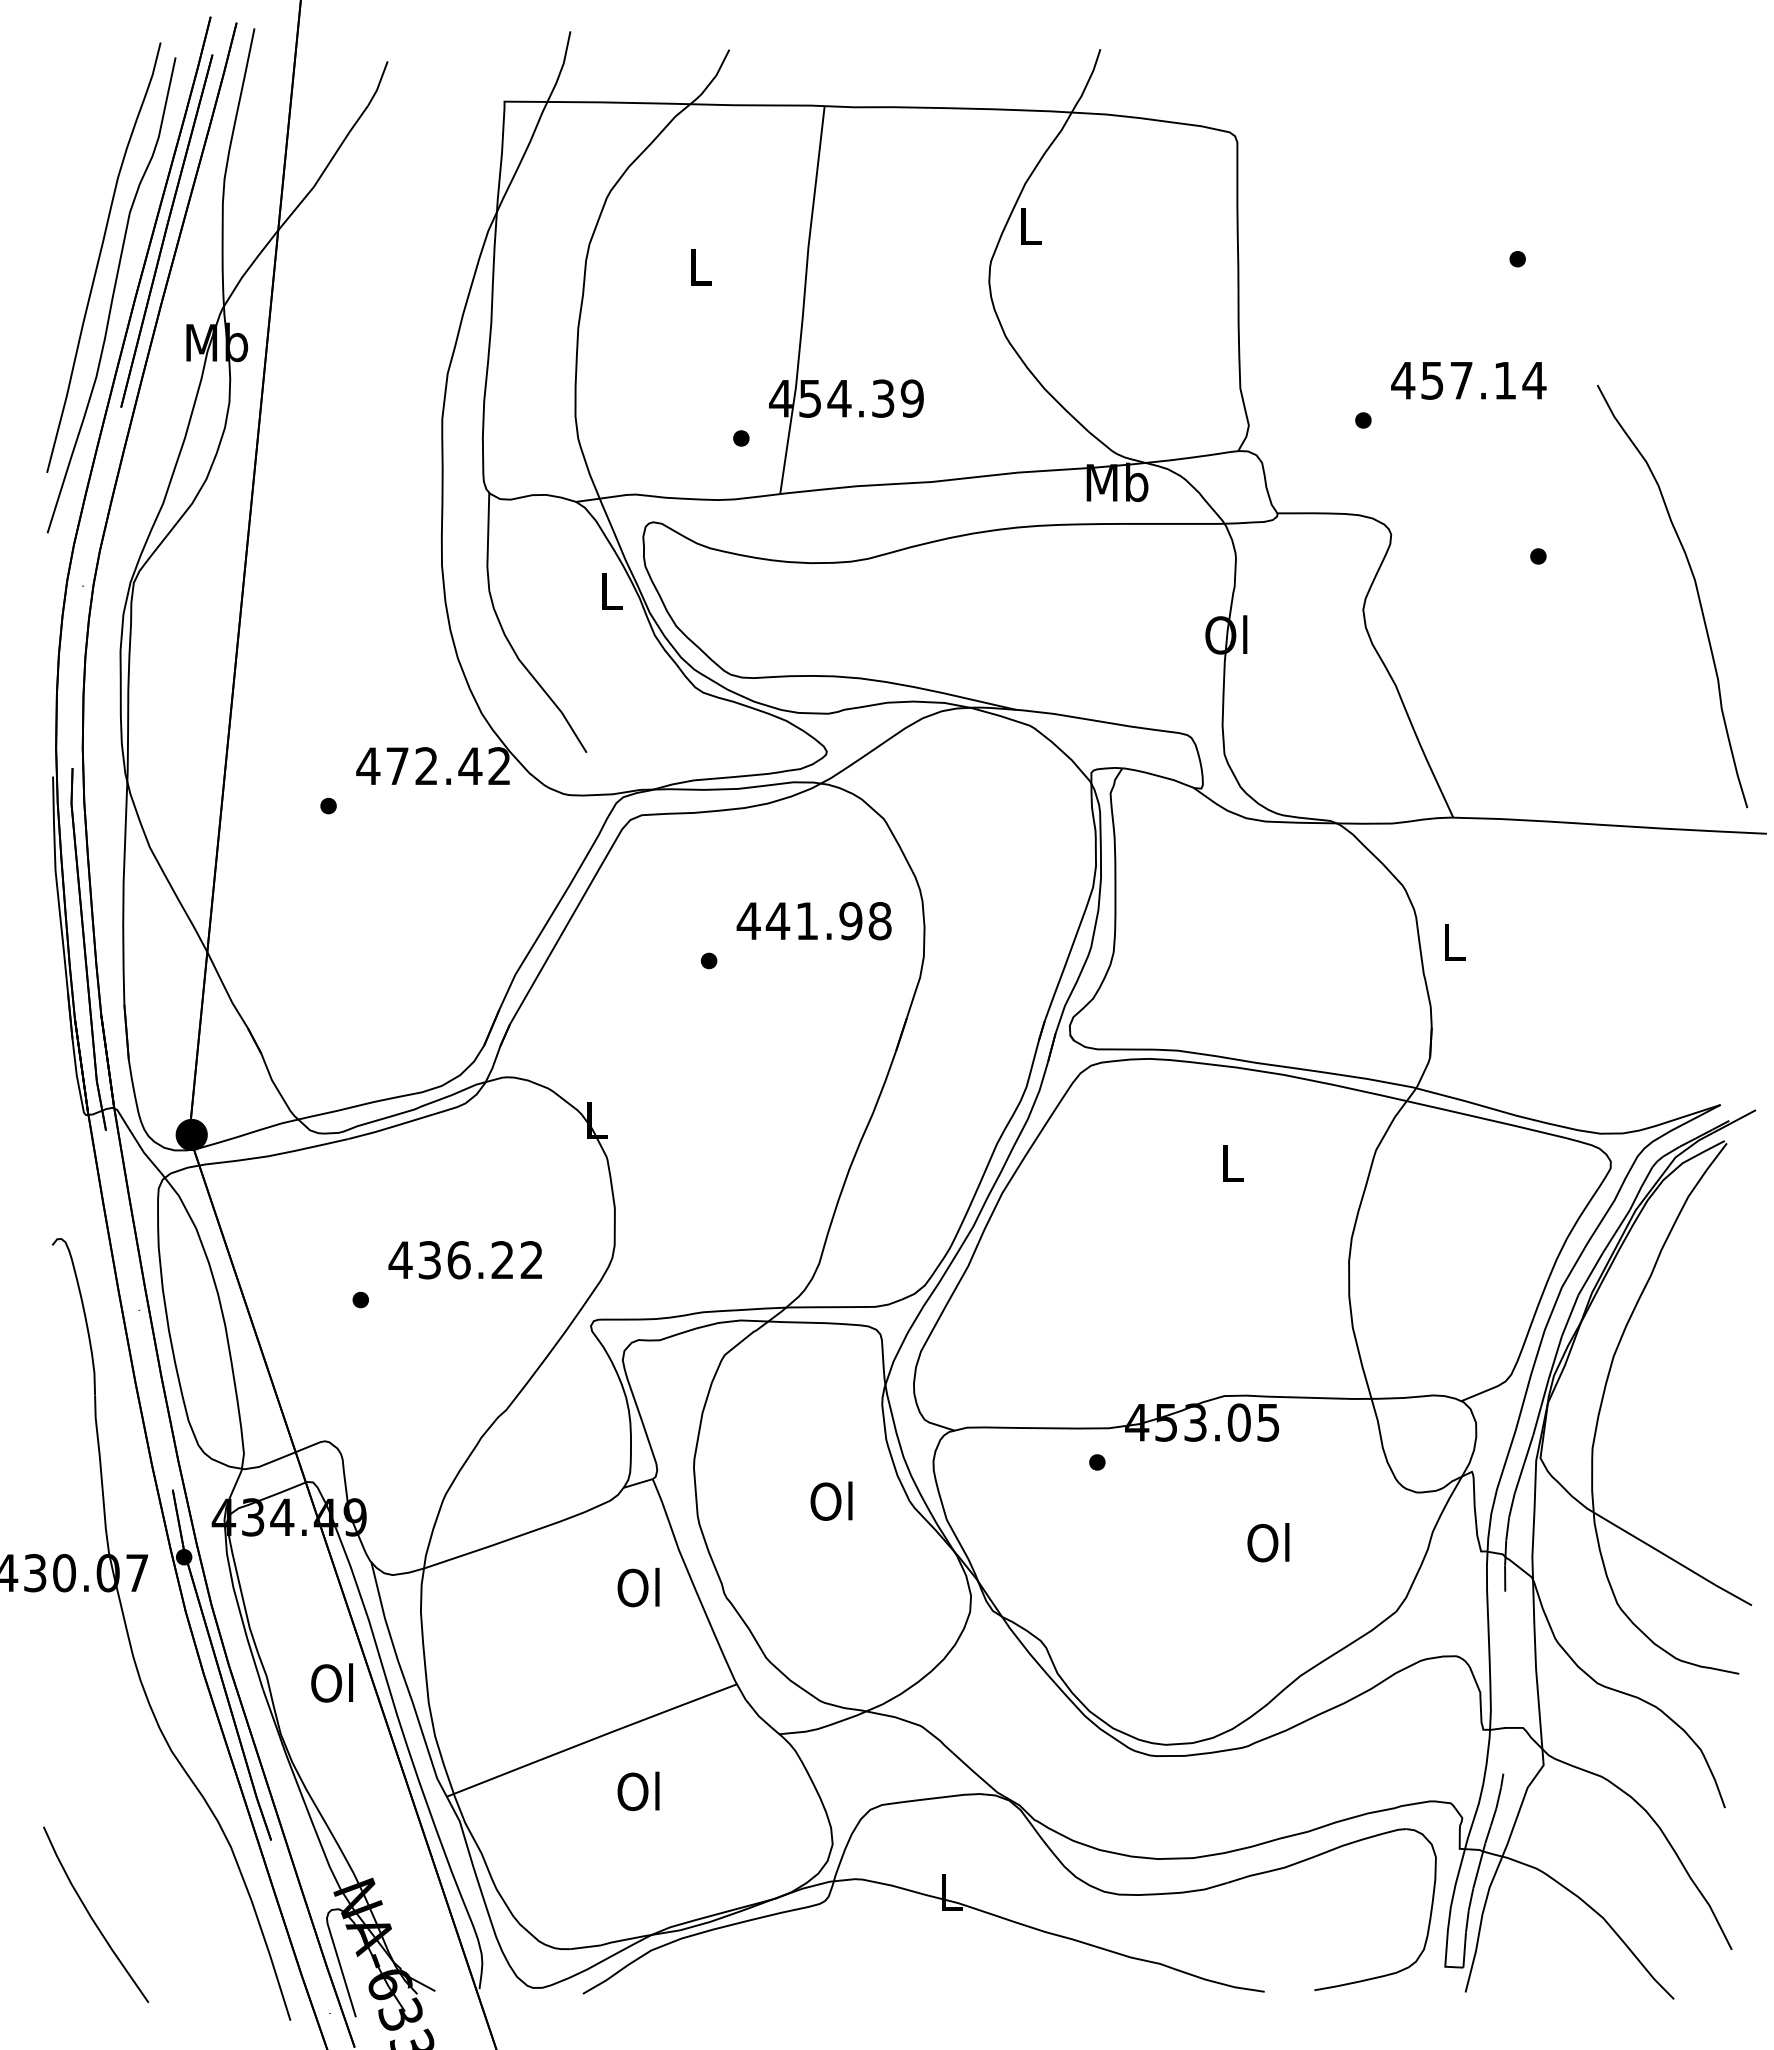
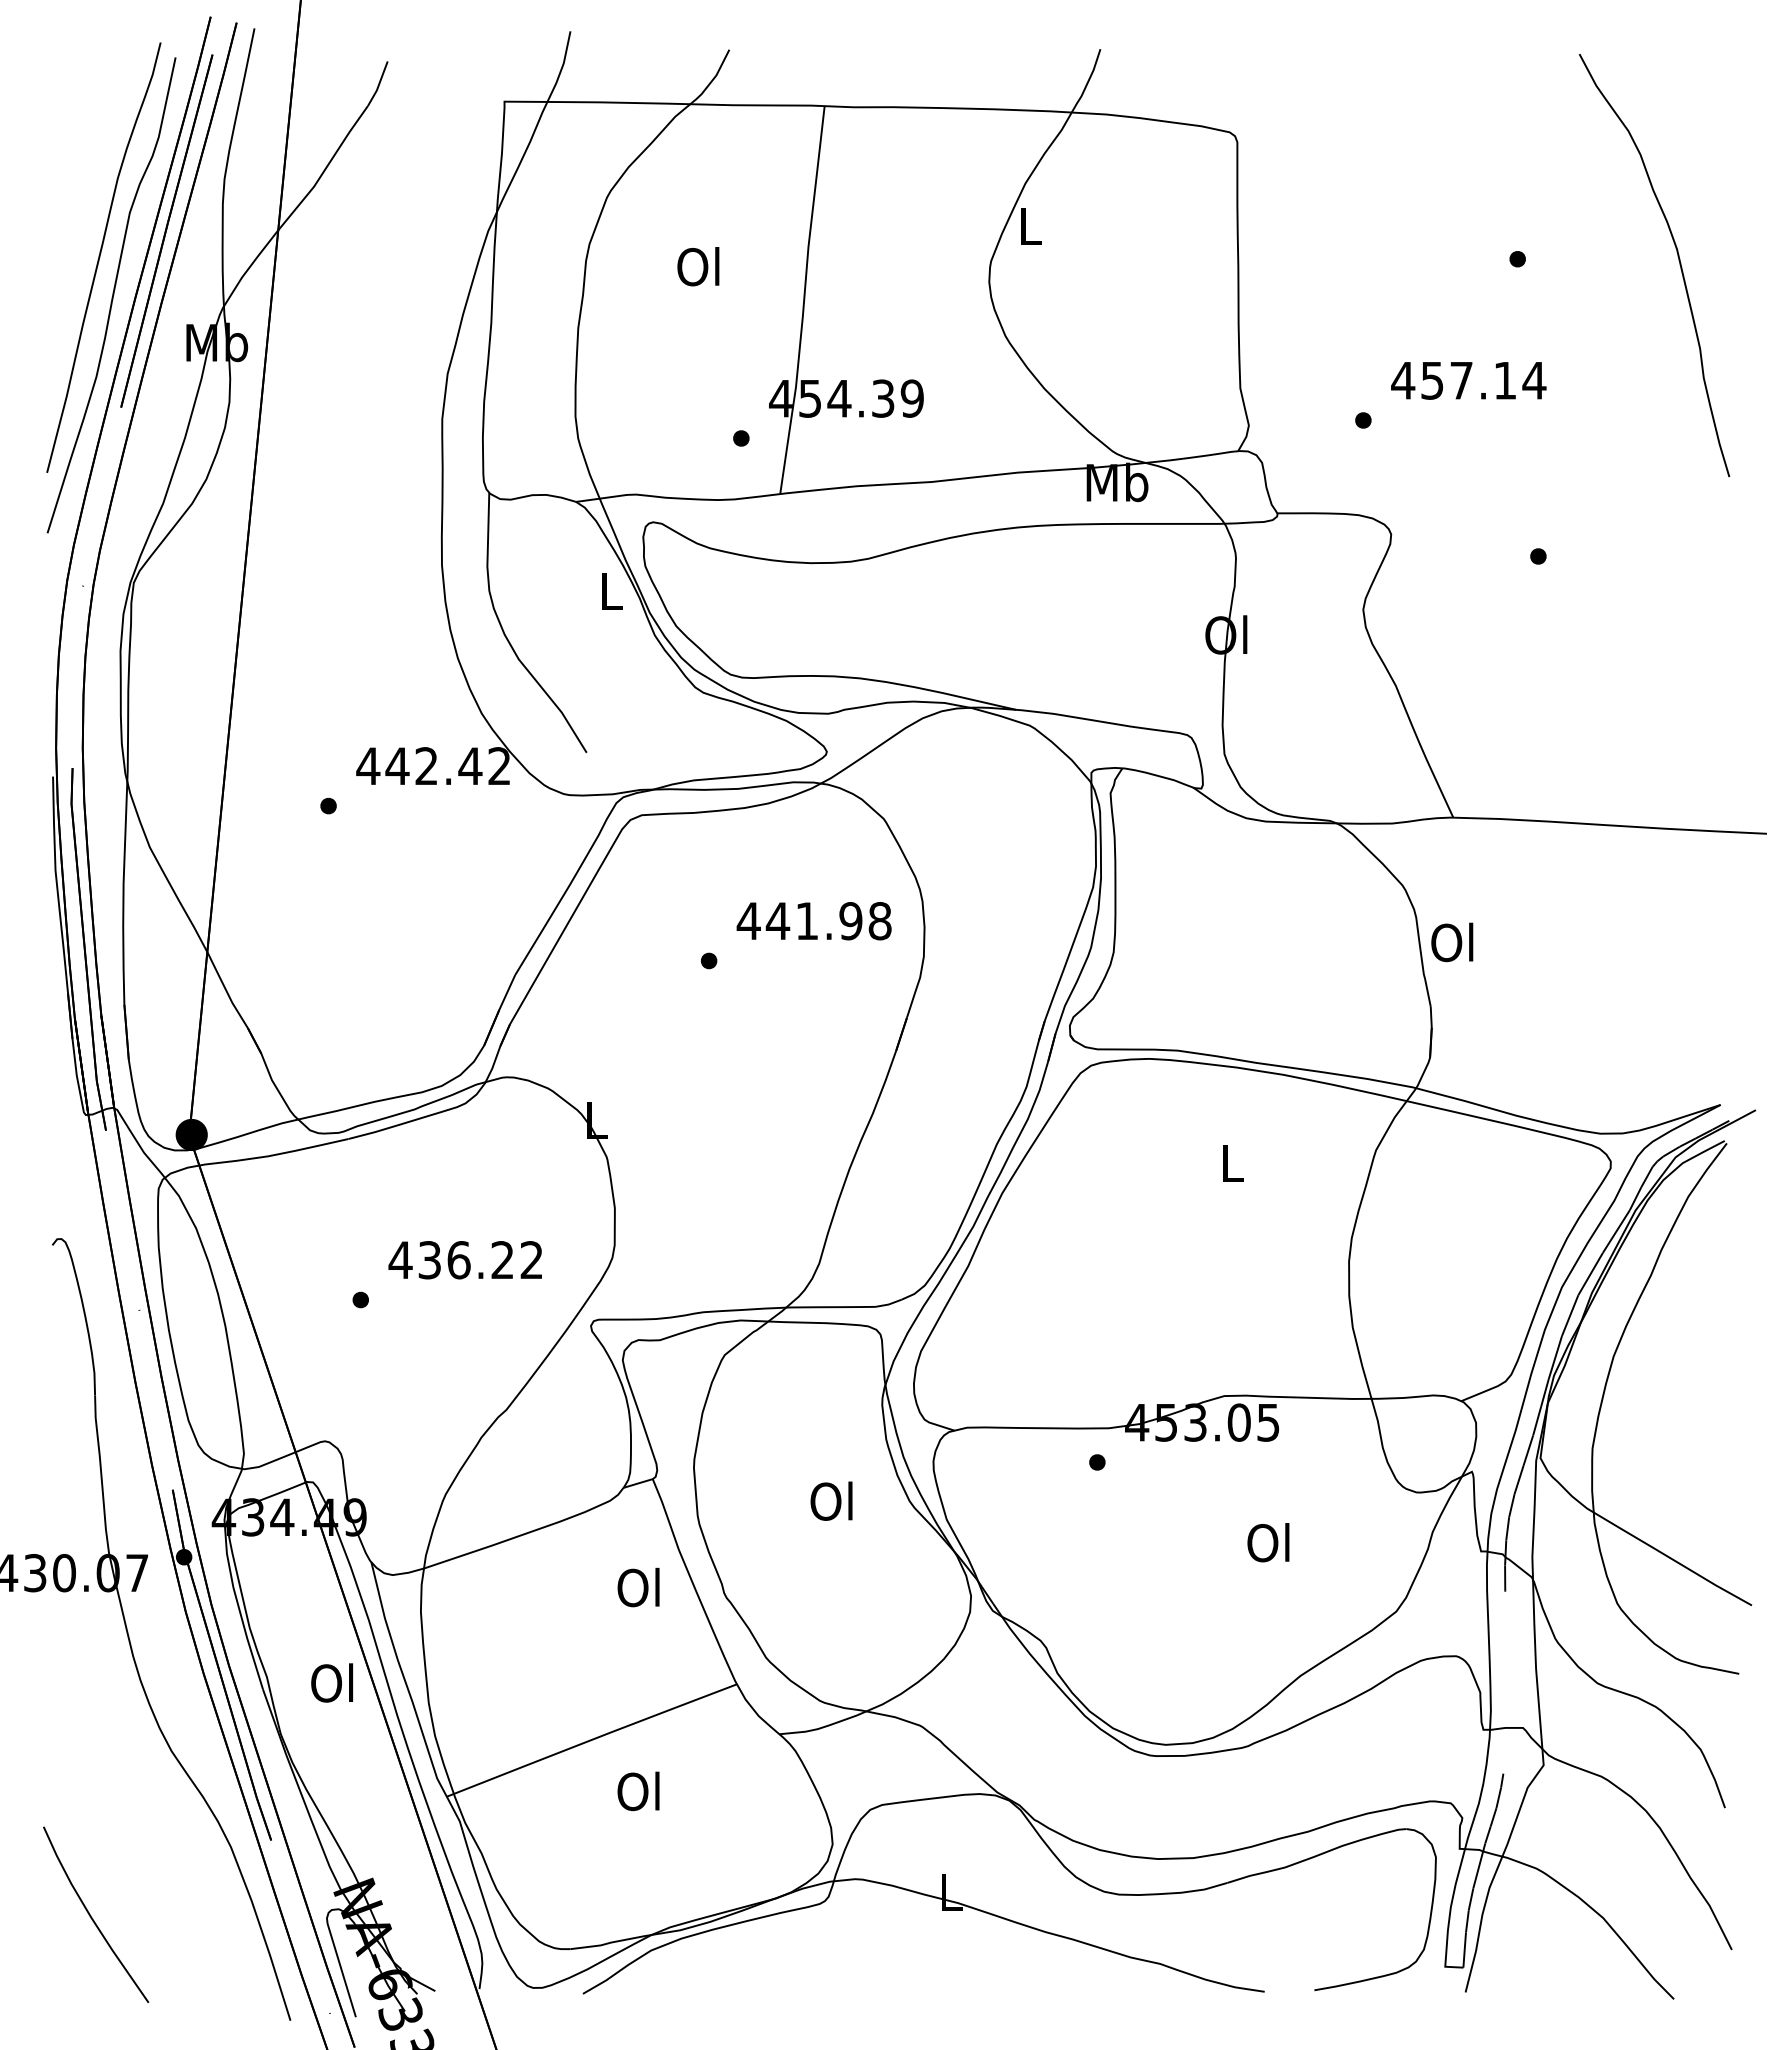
text at (698, 266): L -> Ol
curve at (1696, 591) position: (1696, 591) -> (1678, 260)
text at (397, 765): 472.42 -> 442.42
text at (1452, 942): L -> Ol
